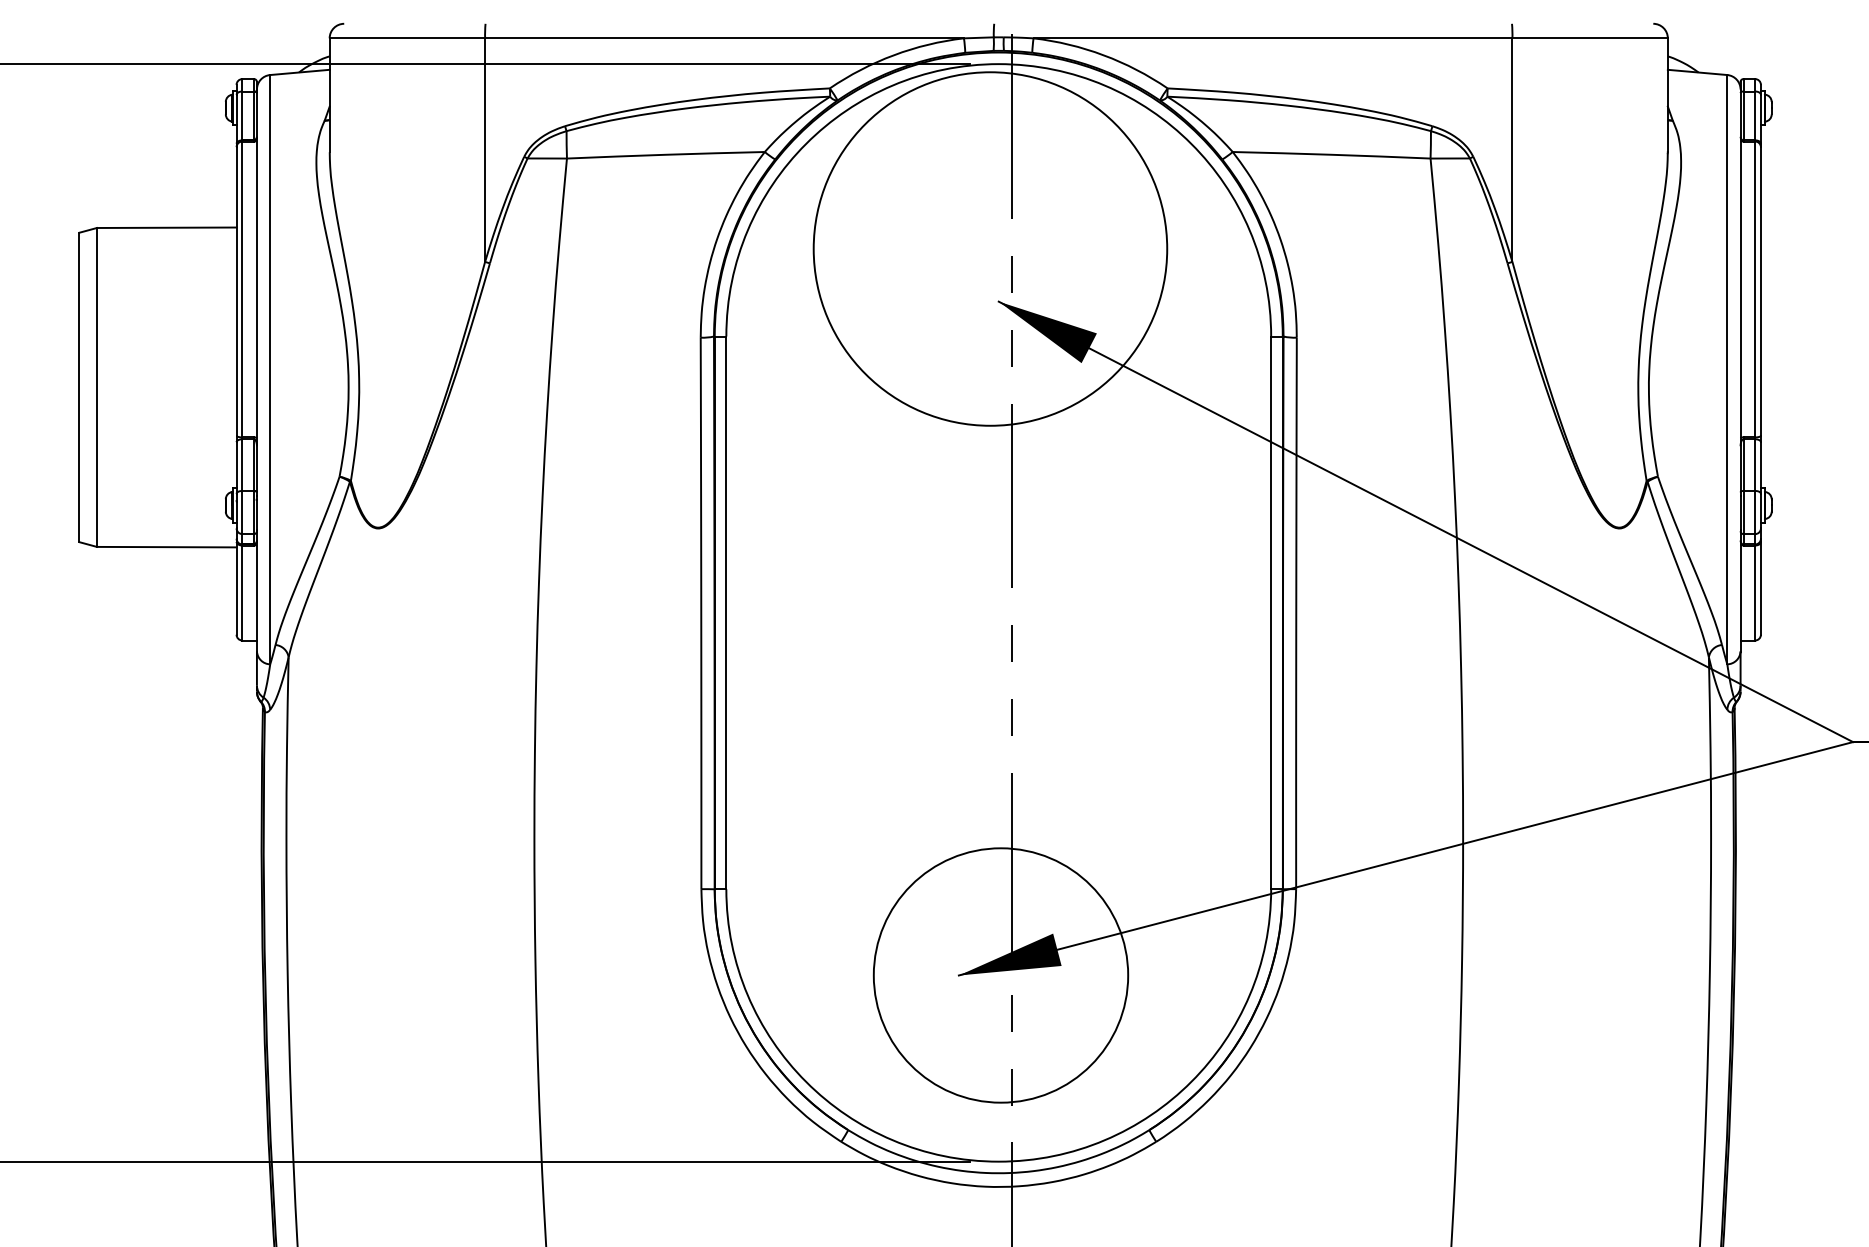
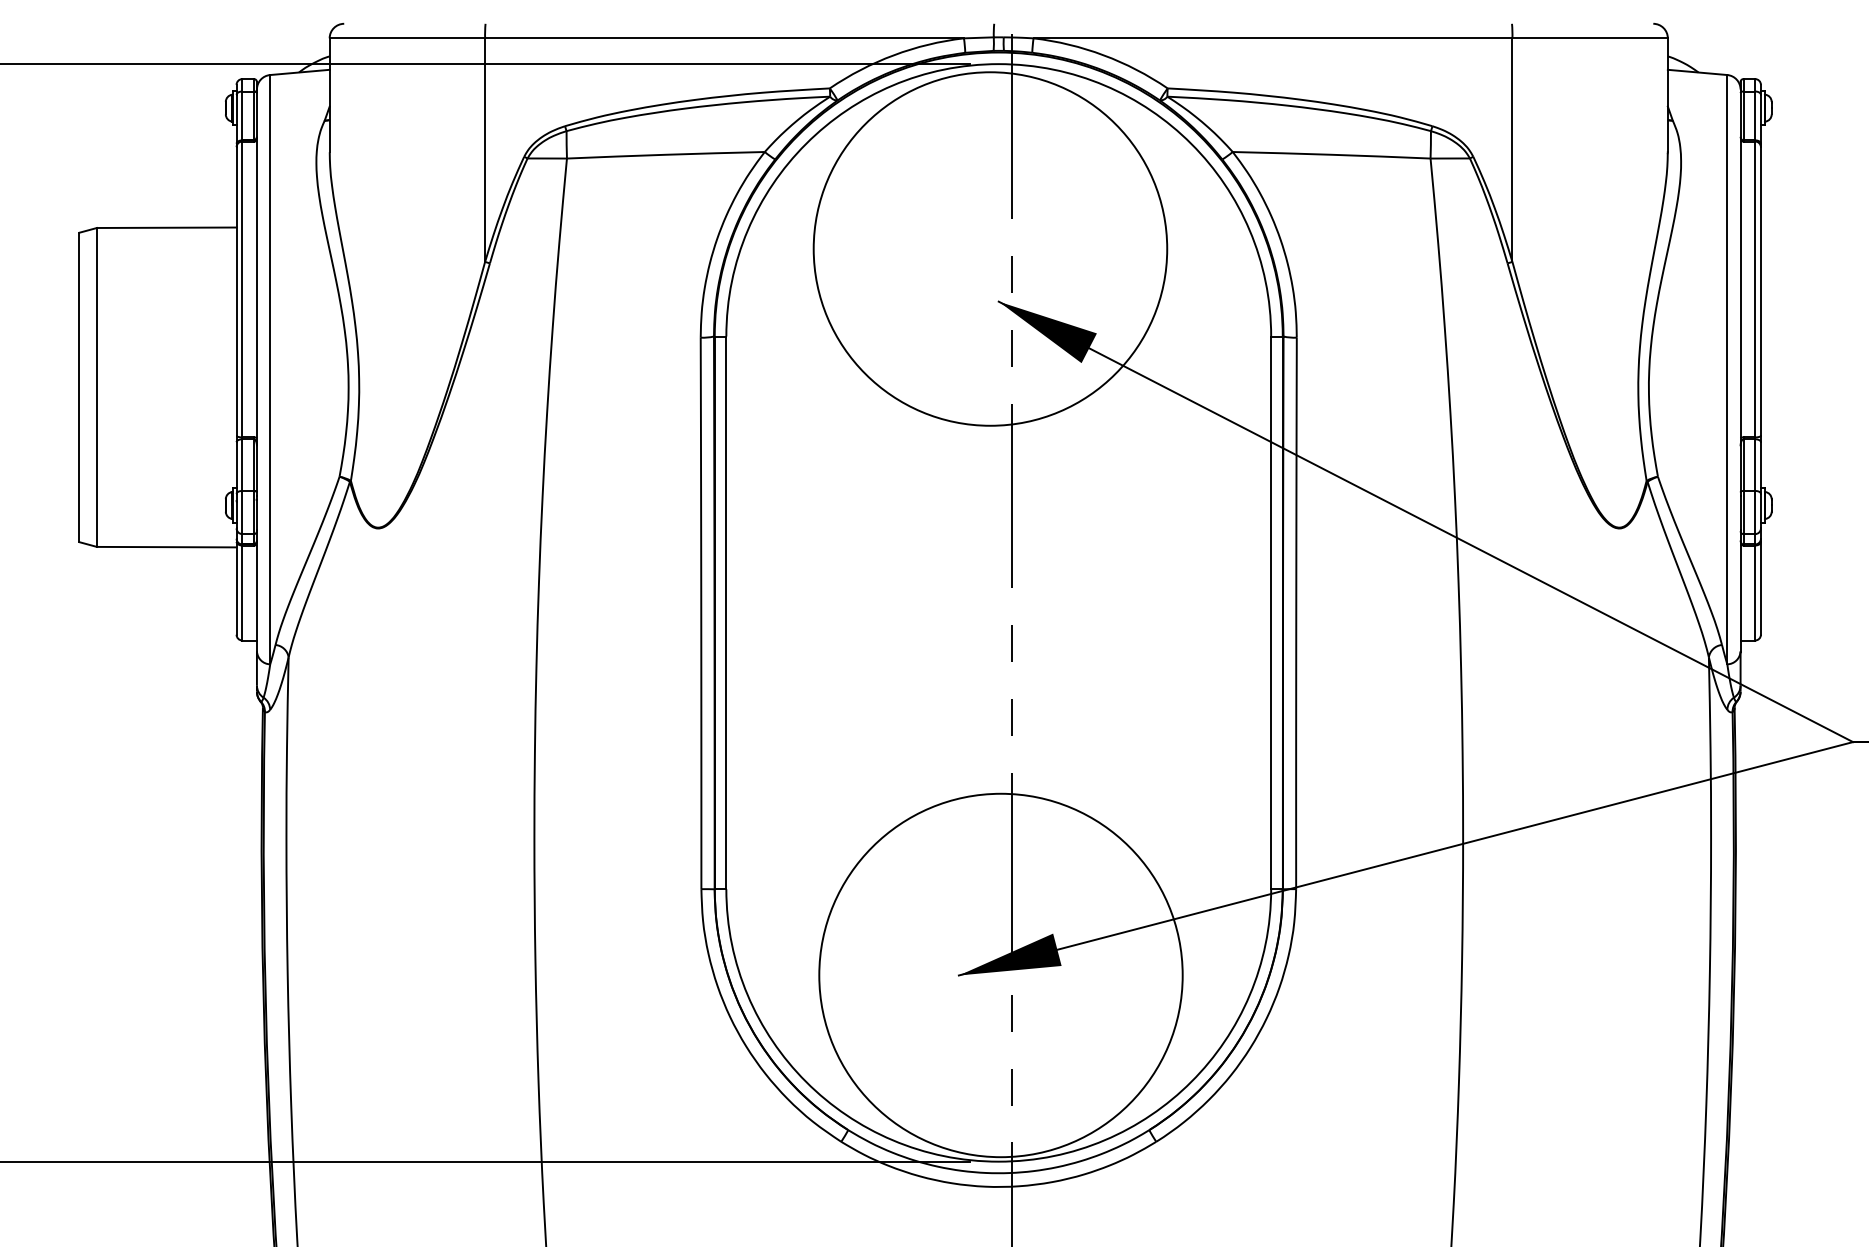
circle at (1000, 975) diameter: 254 px -> 363 px
